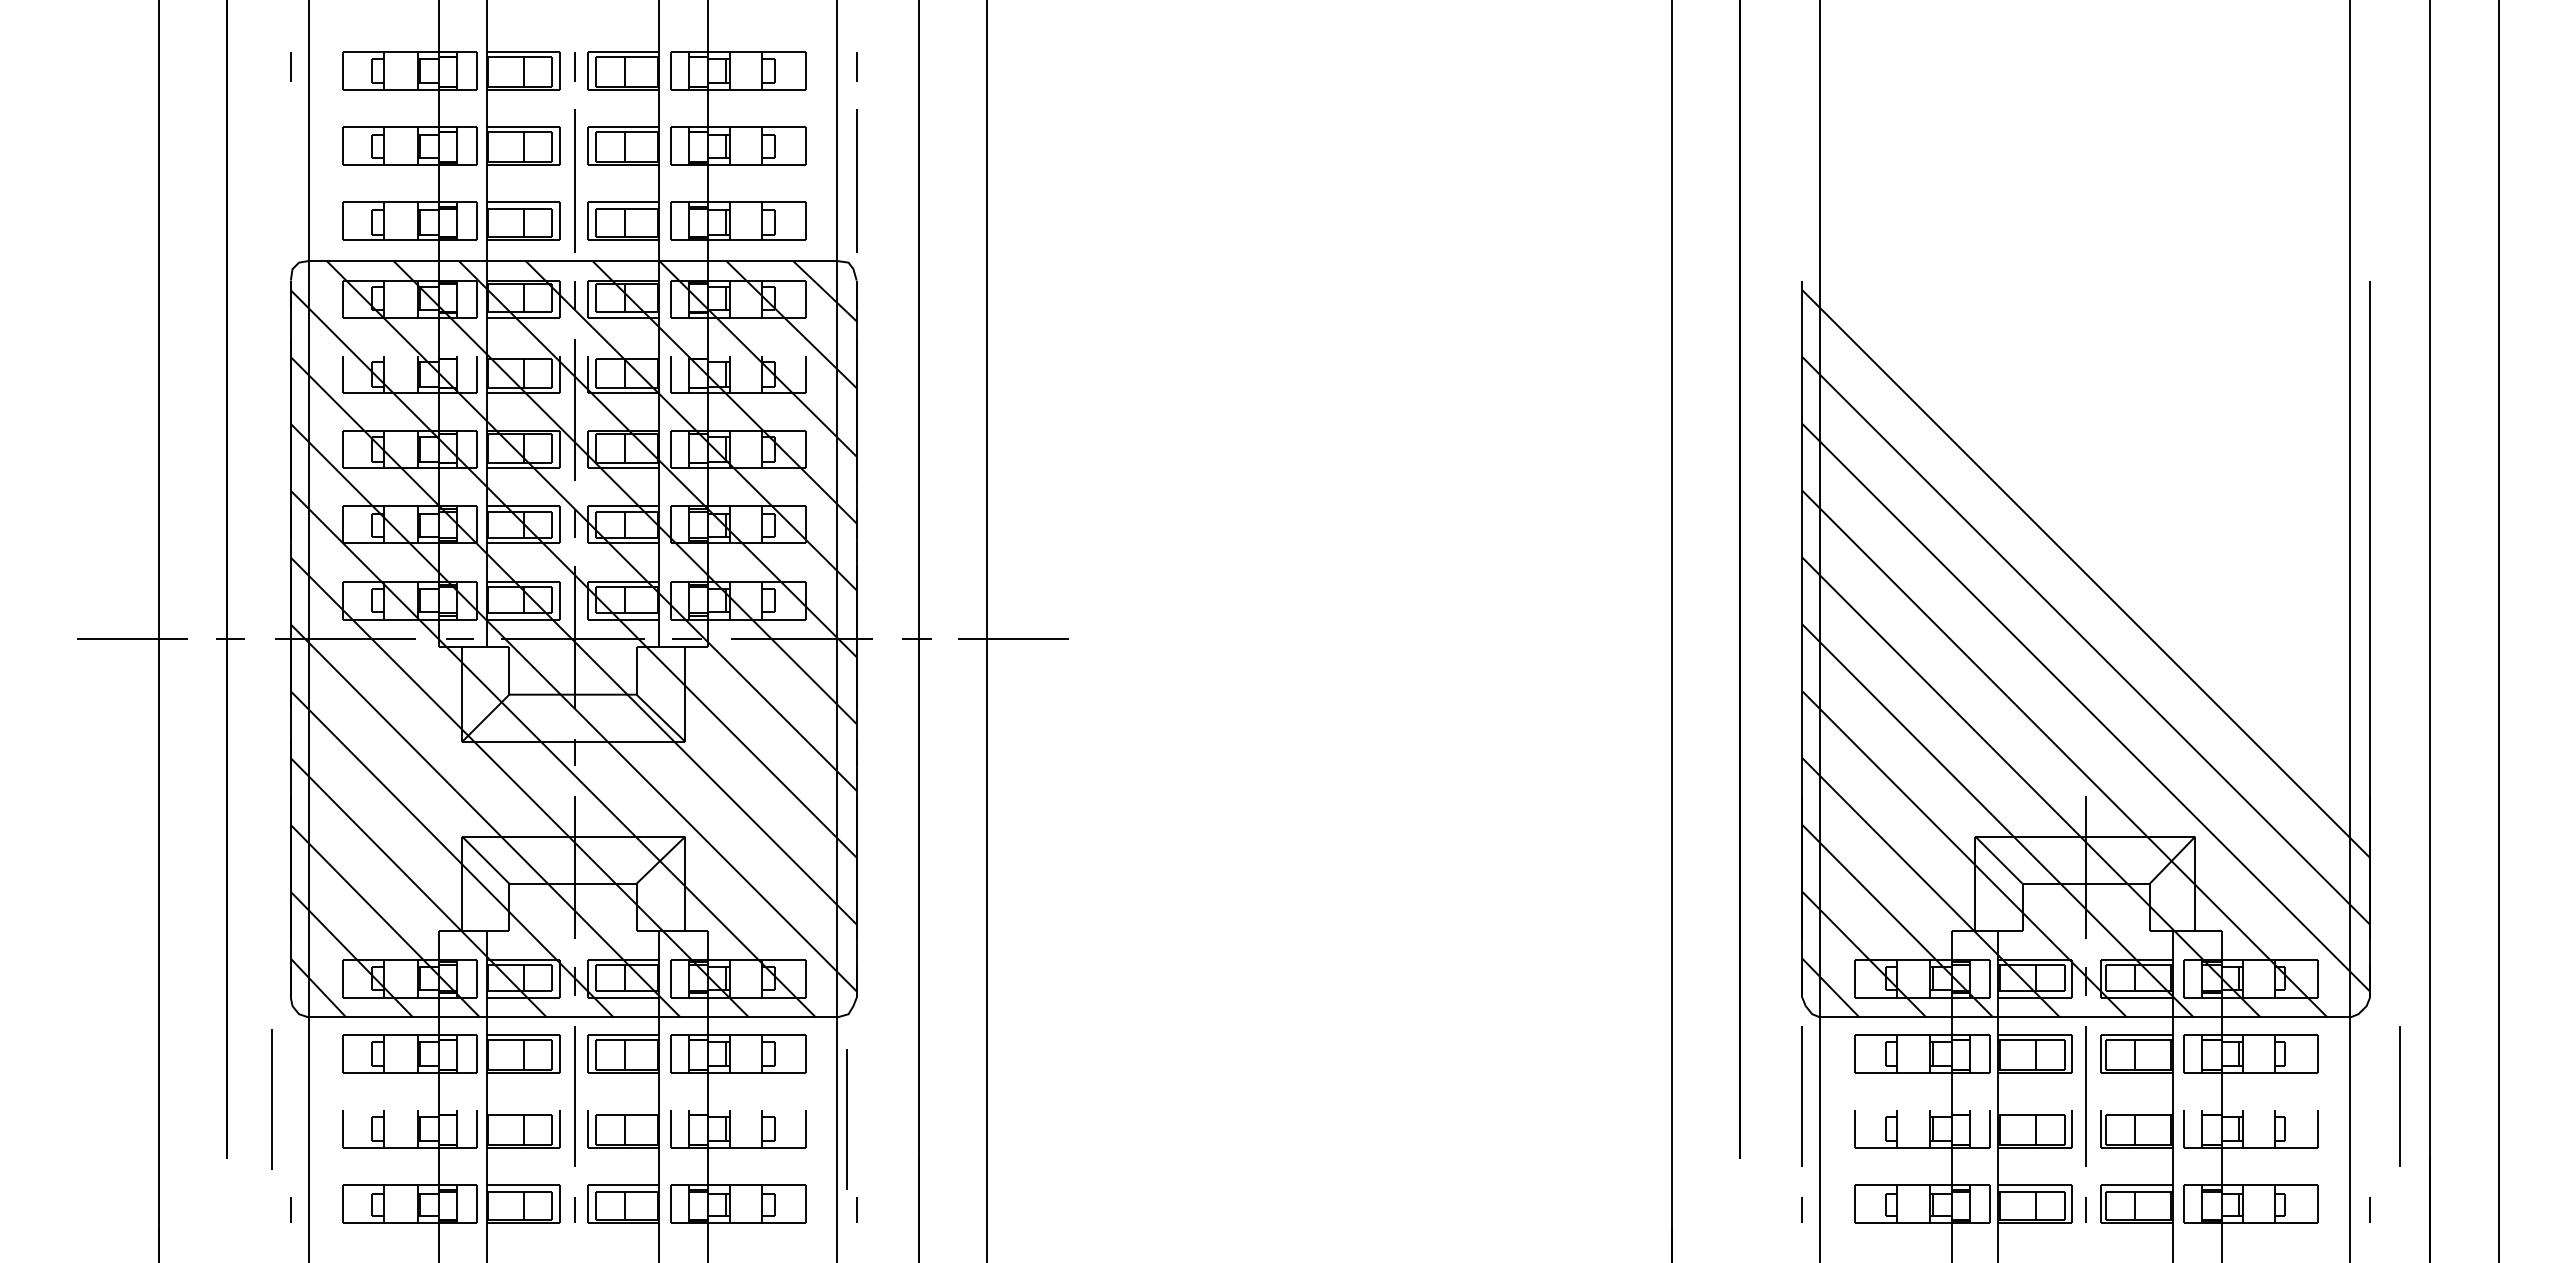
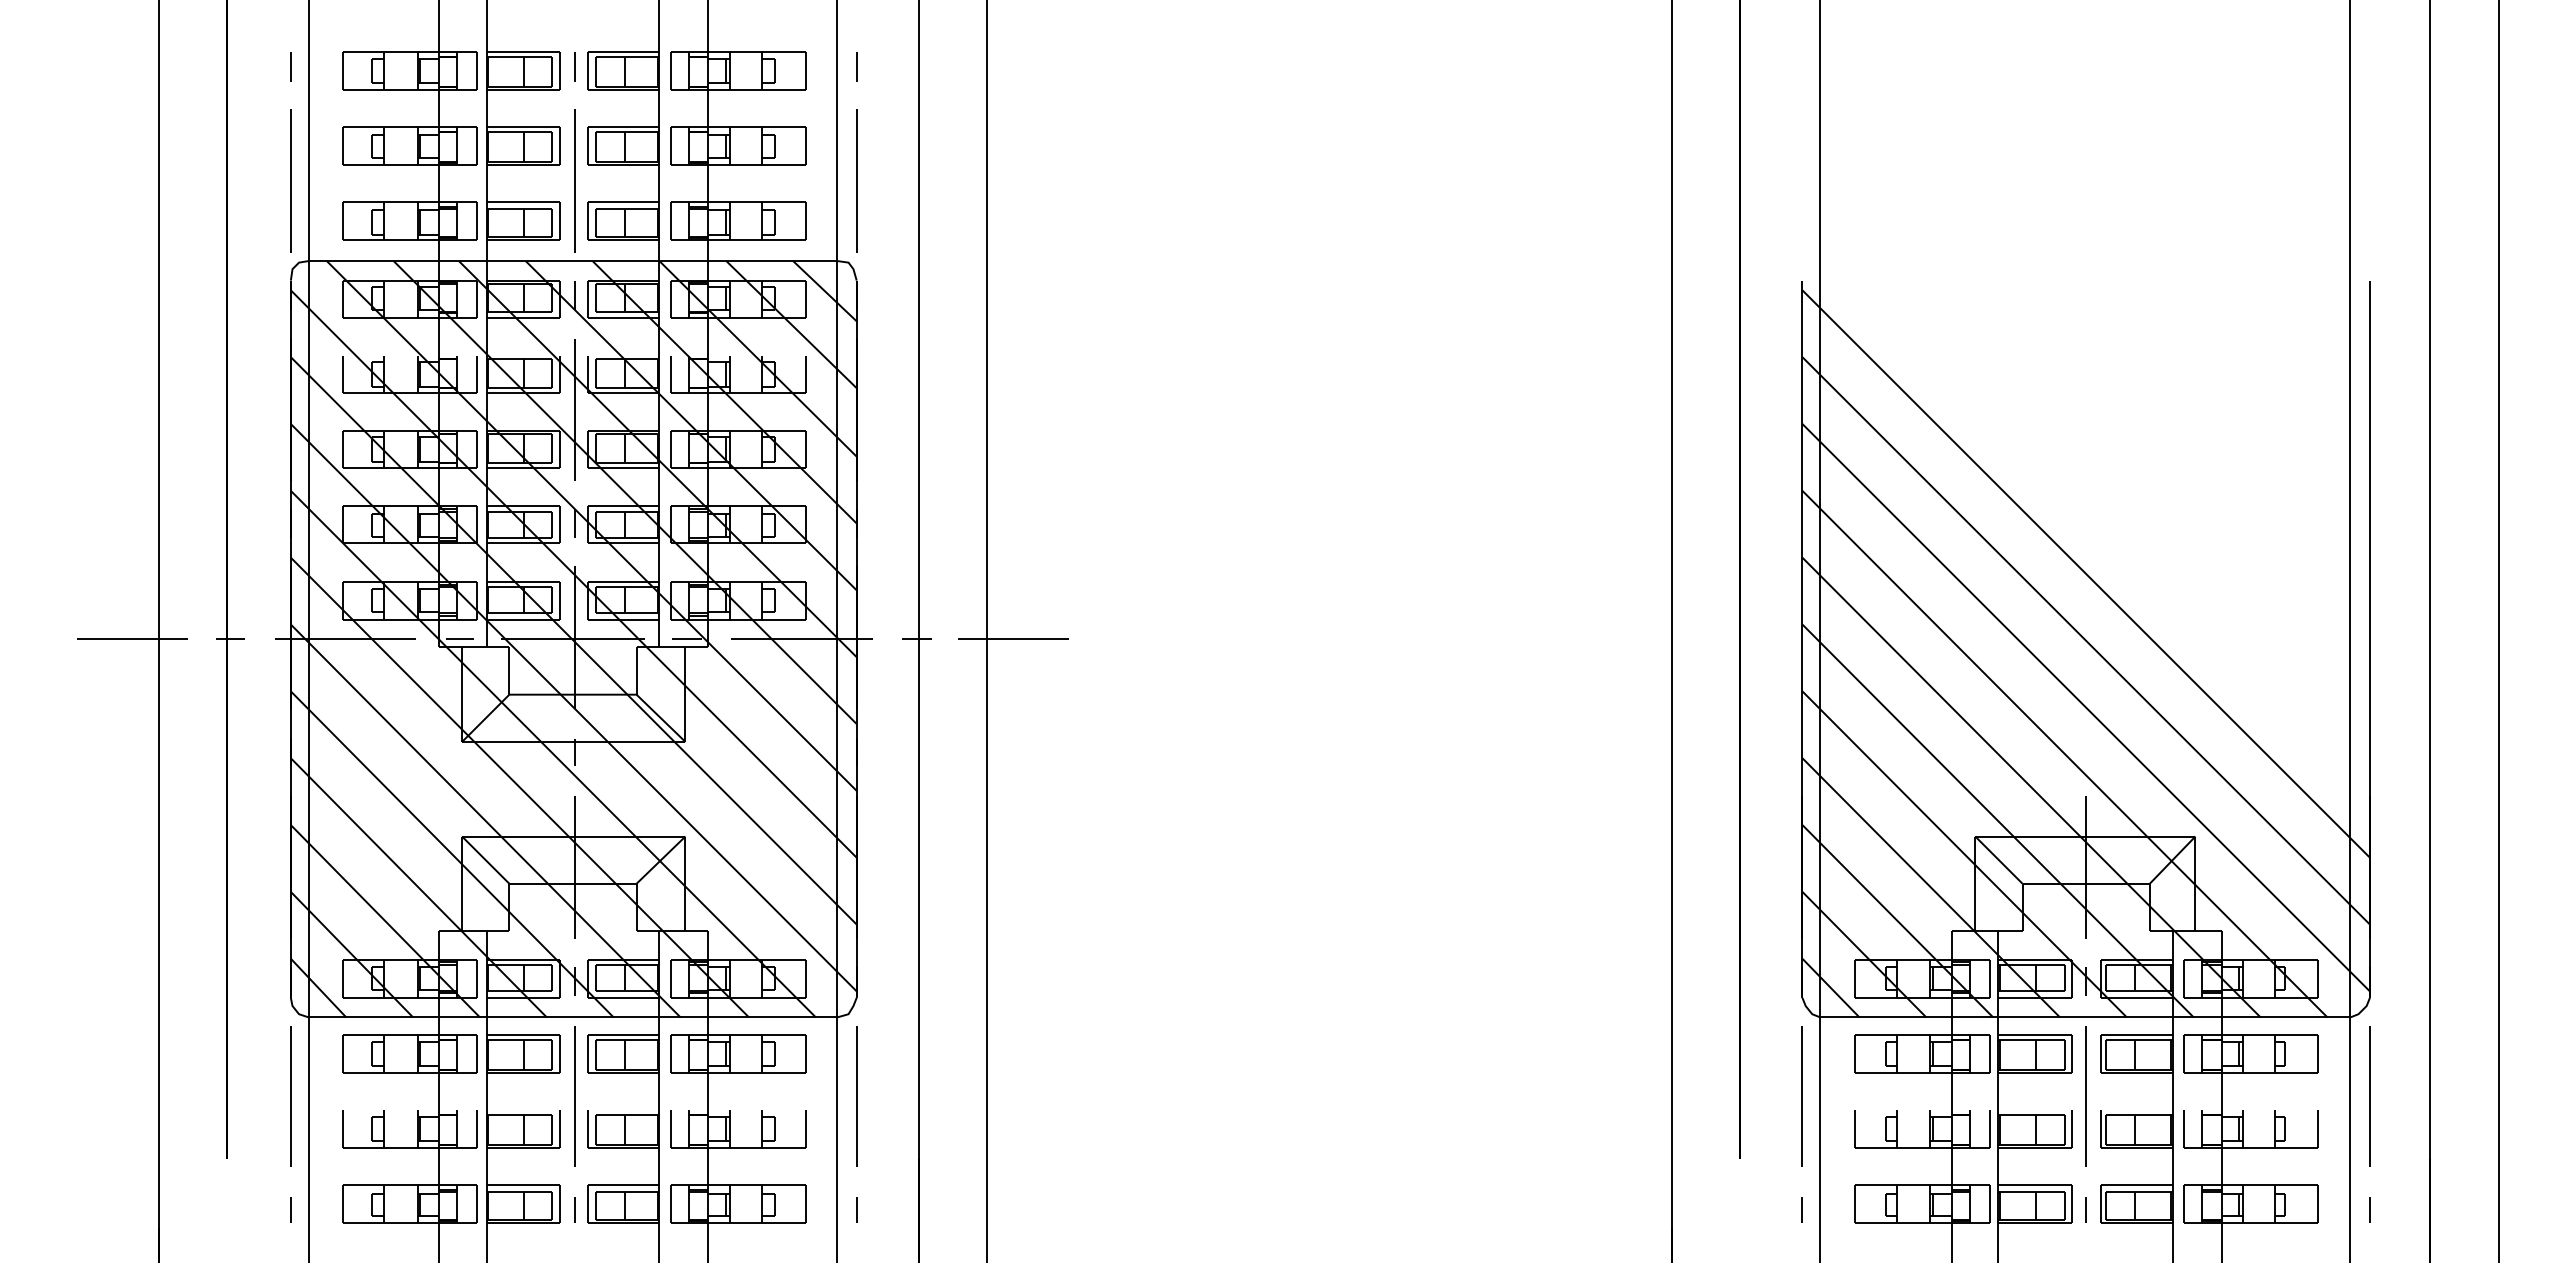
line at (290, 180): none -> present
line at (2399, 1096) position: (2399, 1096) -> (2369, 1096)
line at (271, 1099) position: (271, 1099) -> (290, 1096)
line at (846, 1119) position: (846, 1119) -> (856, 1096)
